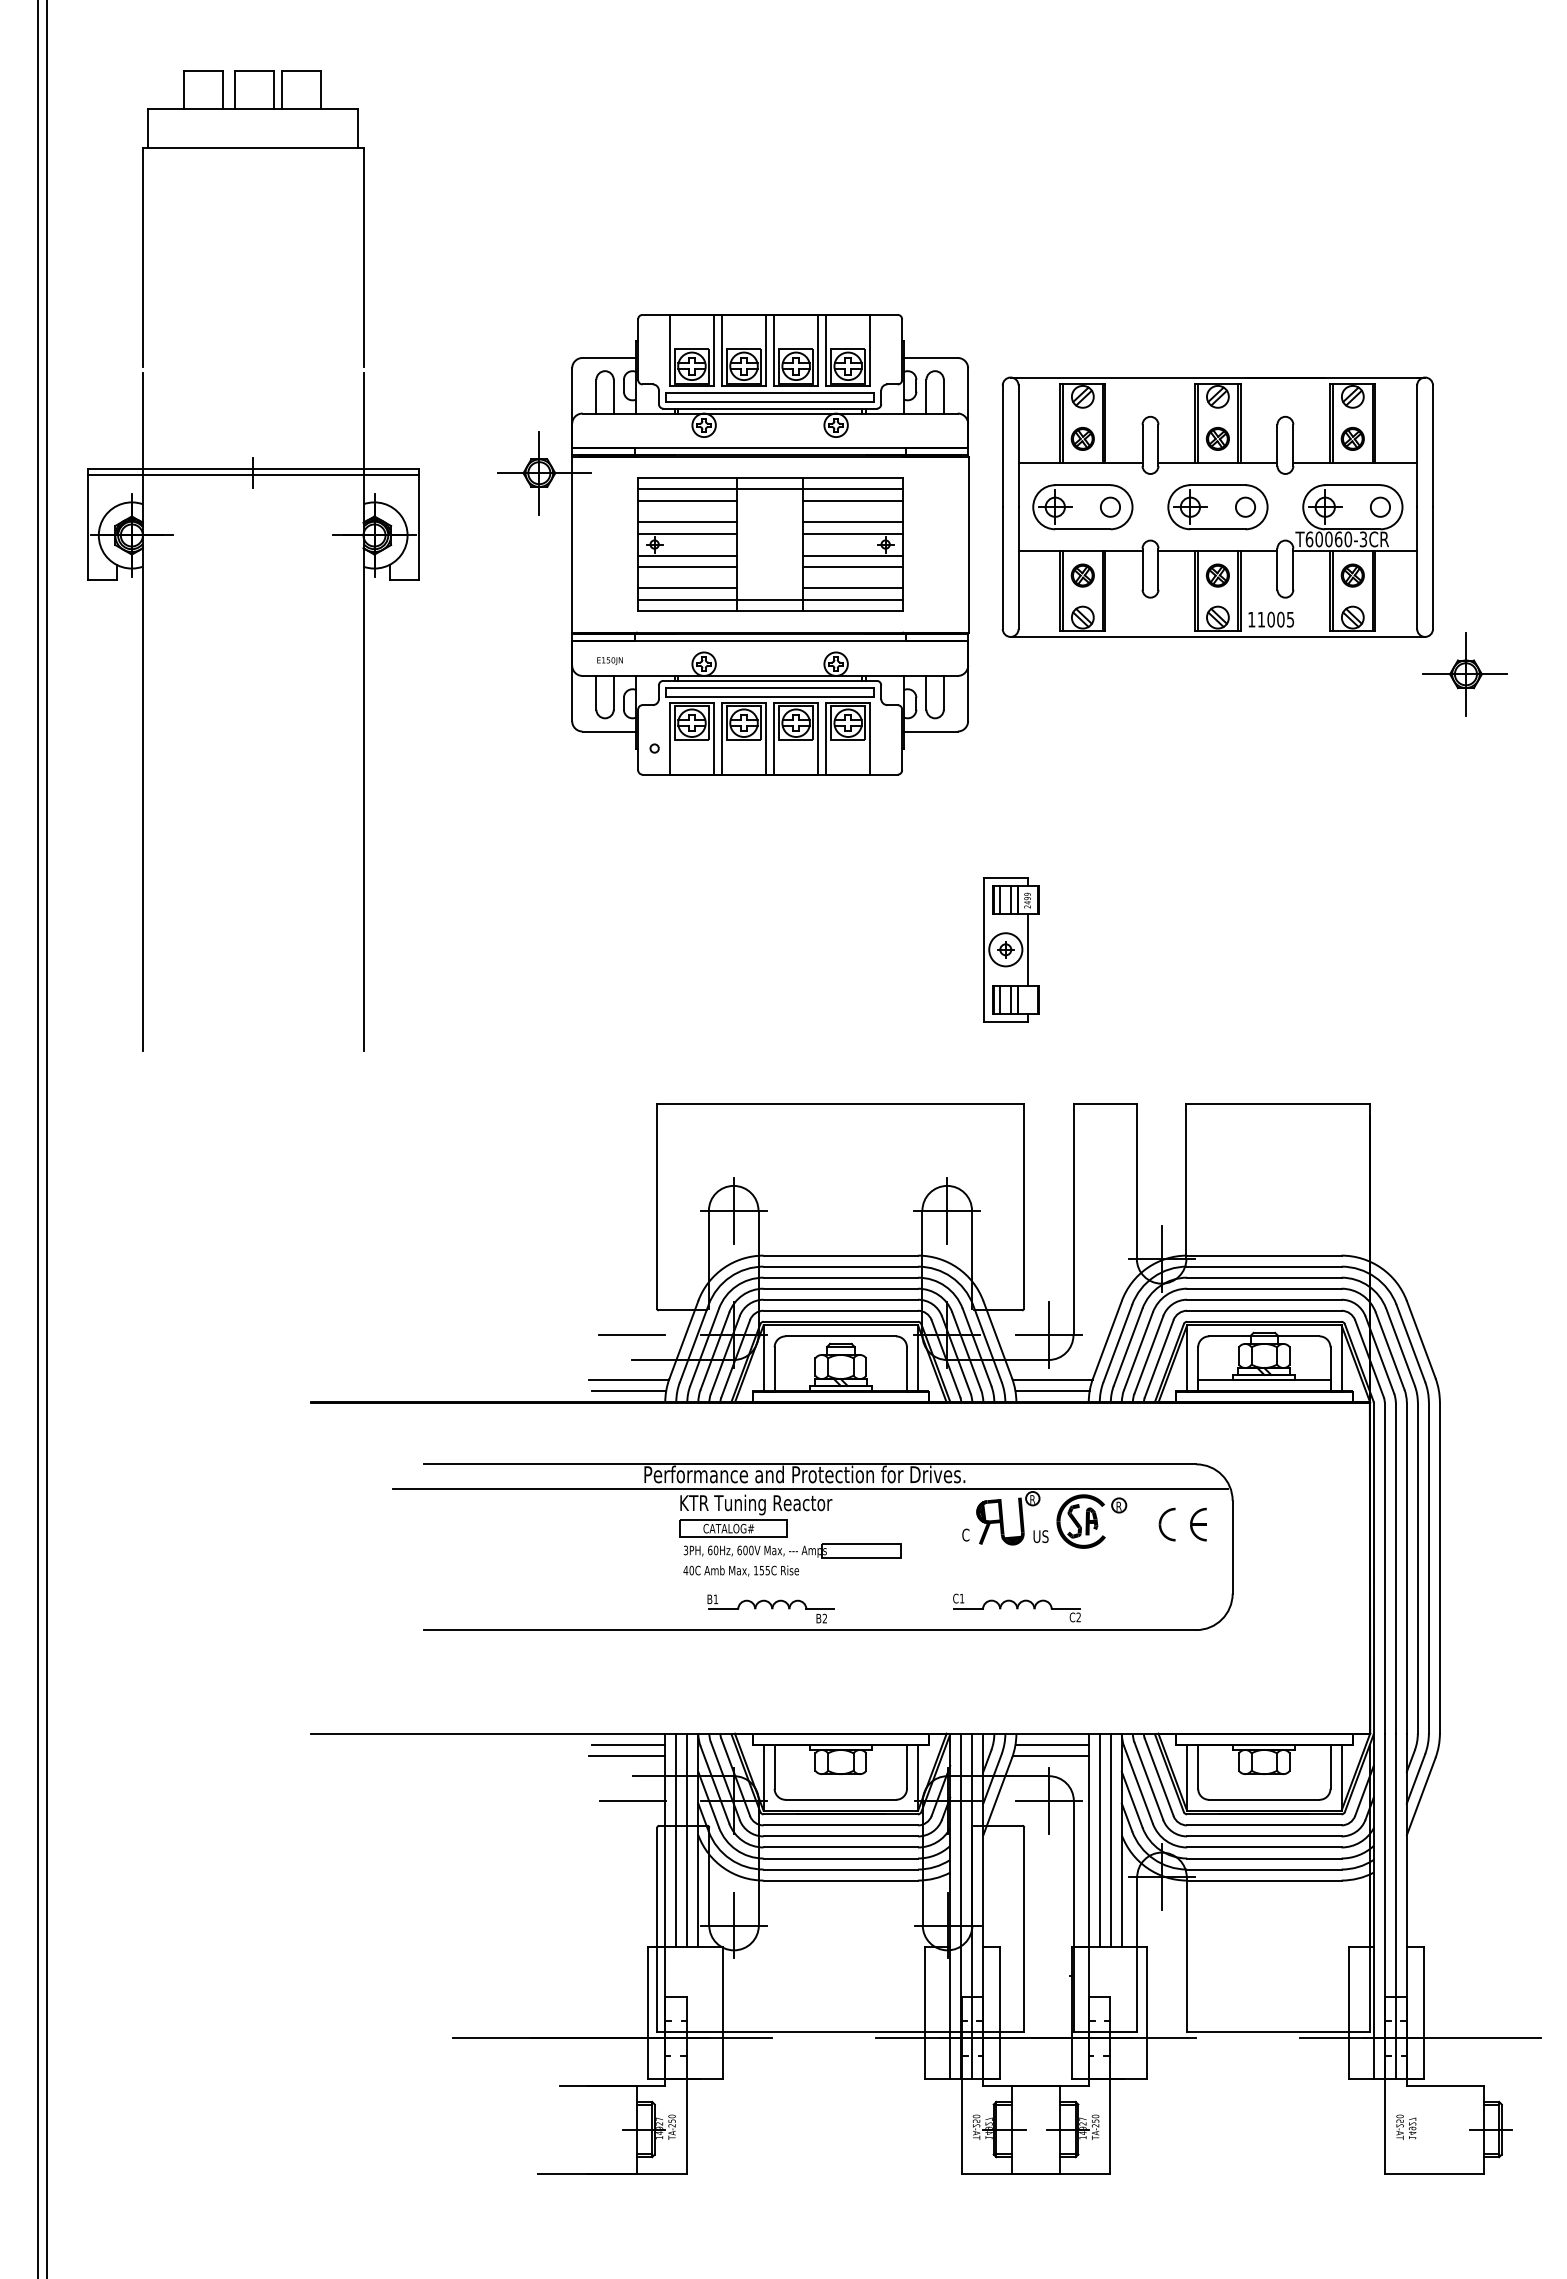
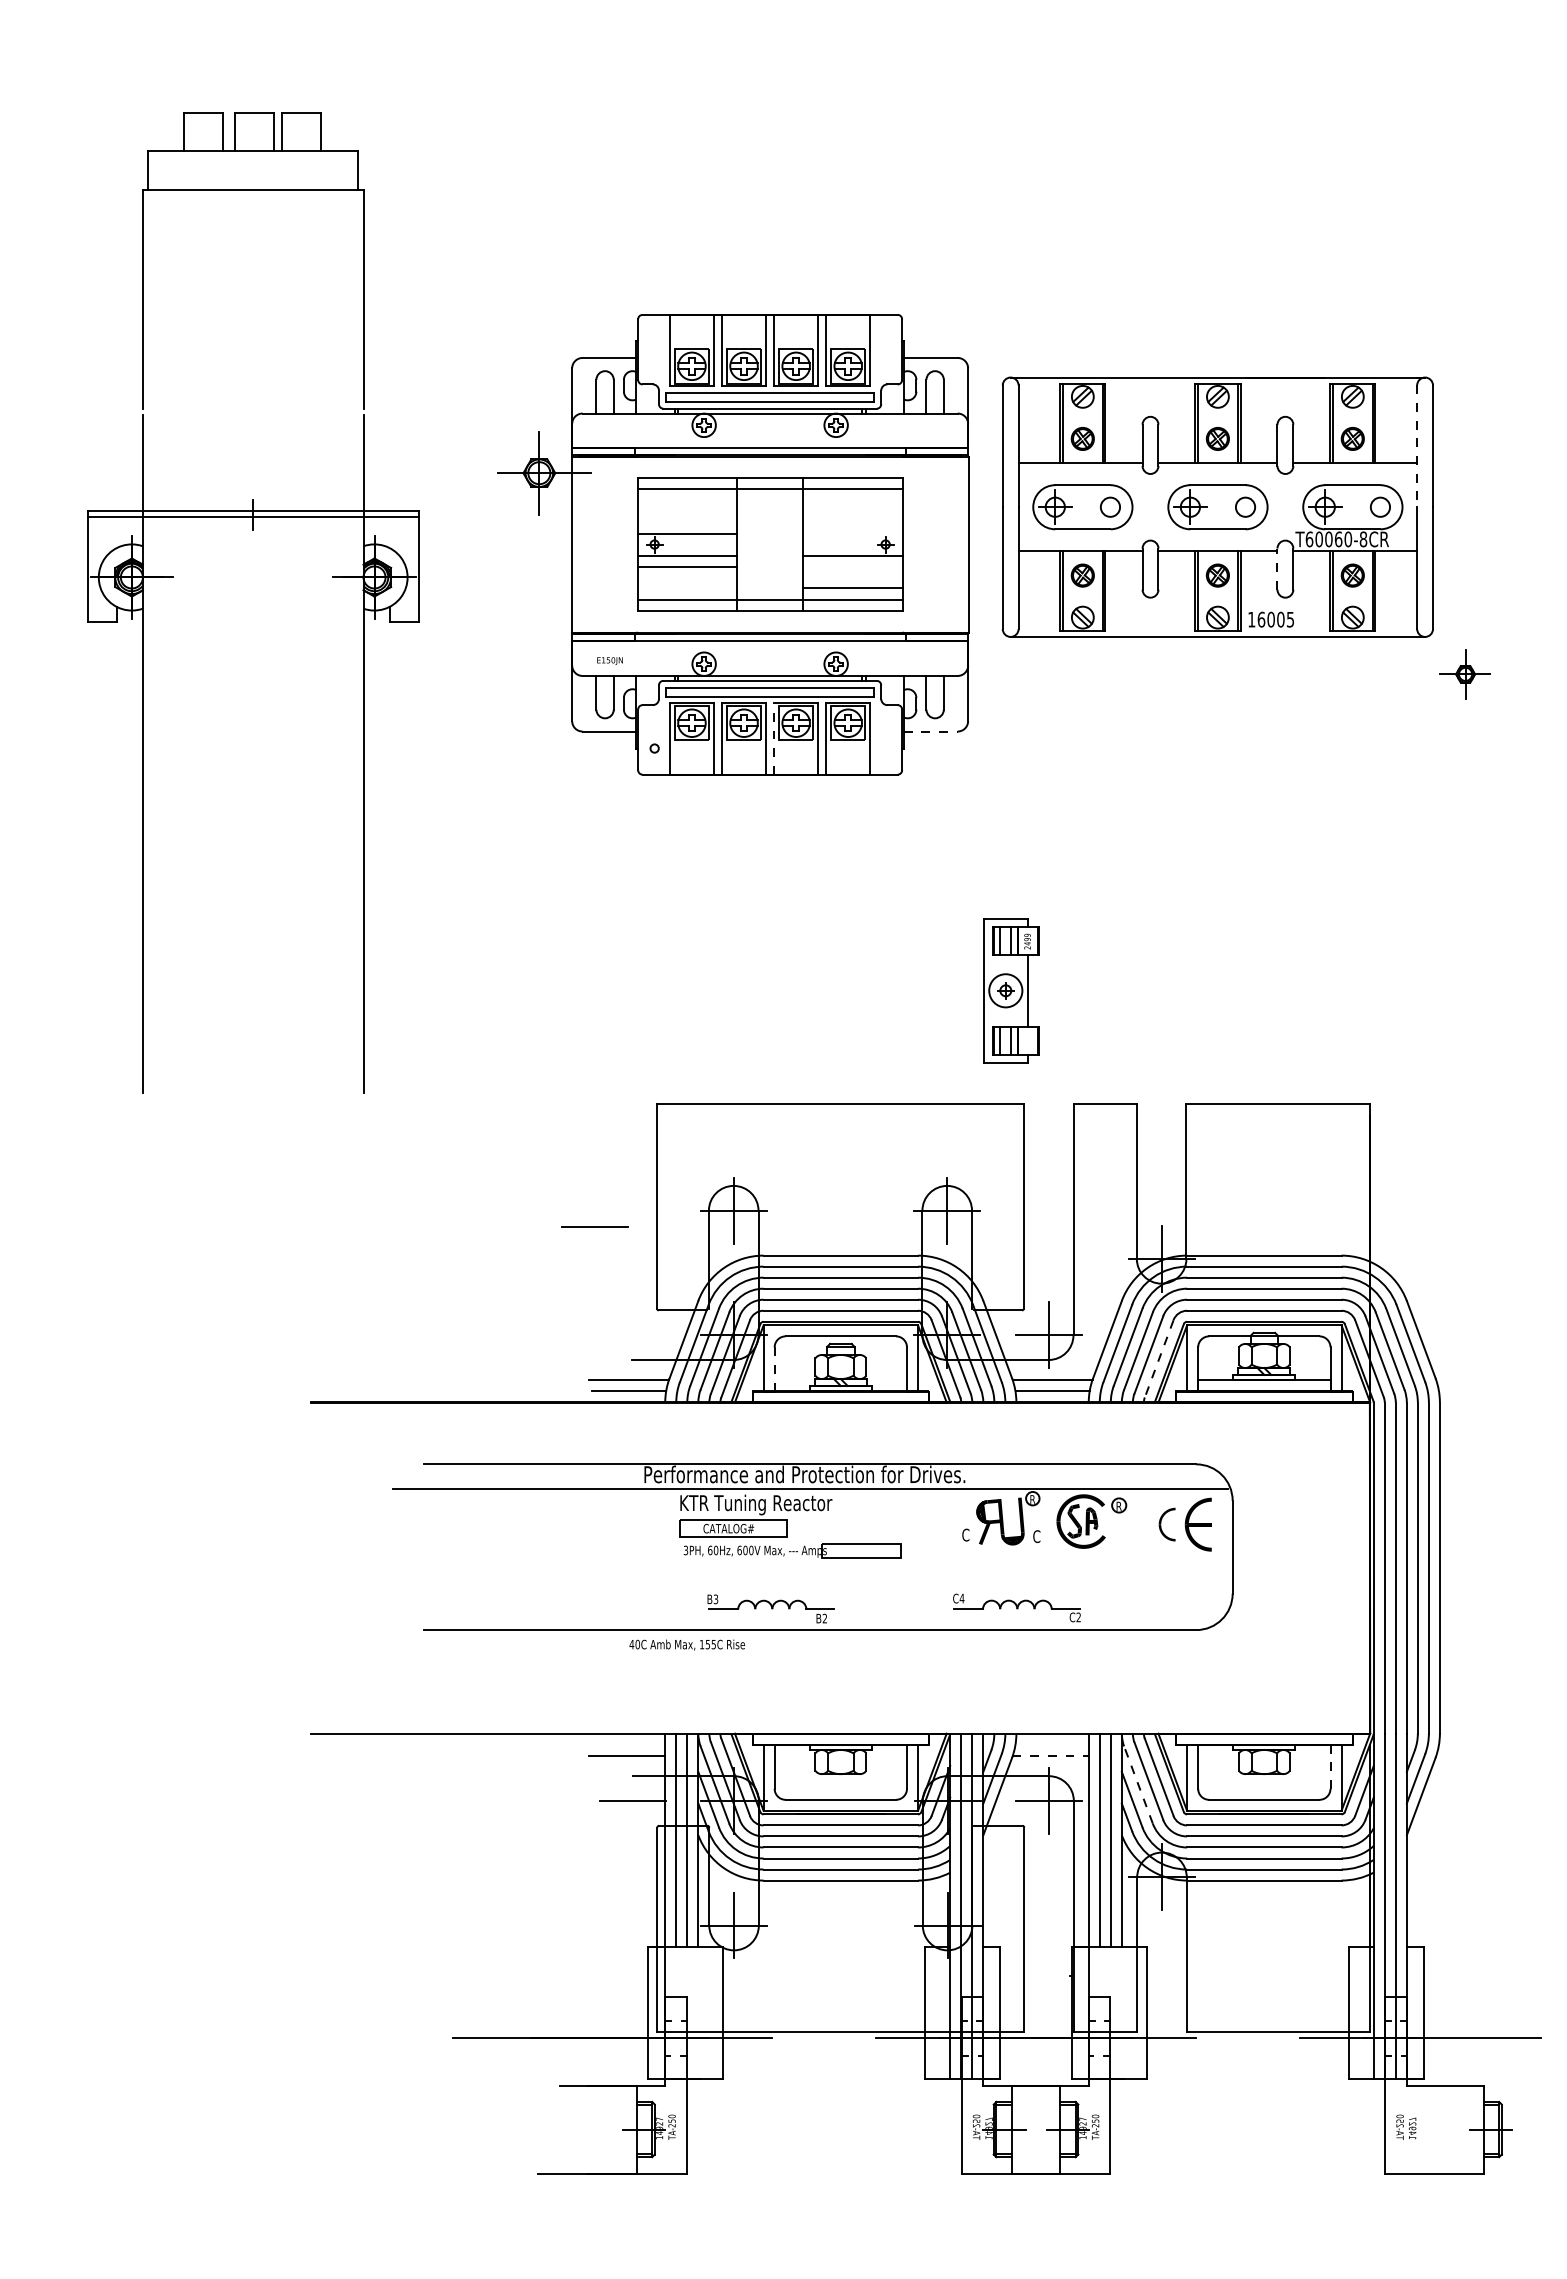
line at (1417, 446): solid -> dashed
part at (253, 488) position: (253, 488) -> (253, 530)
line at (687, 500): present -> none
line at (852, 500): present -> none
line at (687, 522): present -> none
line at (852, 522): present -> none
line at (852, 533): present -> none
text at (1363, 539): T60060-3CR -> T60060-8CR
line at (852, 566): present -> none
line at (1277, 569): solid -> dashed
line at (687, 588): present -> none
text at (1261, 619): 11005 -> 16005
part at (1464, 674) size: 86x85 px -> 52x51 px
line at (930, 731): solid -> dashed
line at (774, 738): solid -> dashed
part at (1011, 949) position: (1011, 949) -> (1011, 990)
line at (38, 1138): present -> none
line at (47, 1138): present -> none
line at (631, 1334) position: (631, 1334) -> (594, 1226)
line at (1159, 1359): solid -> dashed
line at (774, 1369): solid -> dashed
part at (1198, 1524) size: 17x35 px -> 28x55 px
text at (1040, 1536): US -> C
text at (741, 1570) position: (741, 1570) -> (687, 1644)
text at (961, 1598): C1 -> C4
text at (715, 1599): B1 -> B3
line at (628, 1744): present -> none
line at (1051, 1744): present -> none
line at (1051, 1756): solid -> dashed
line at (1330, 1767): solid -> dashed
line at (1138, 1784): solid -> dashed
